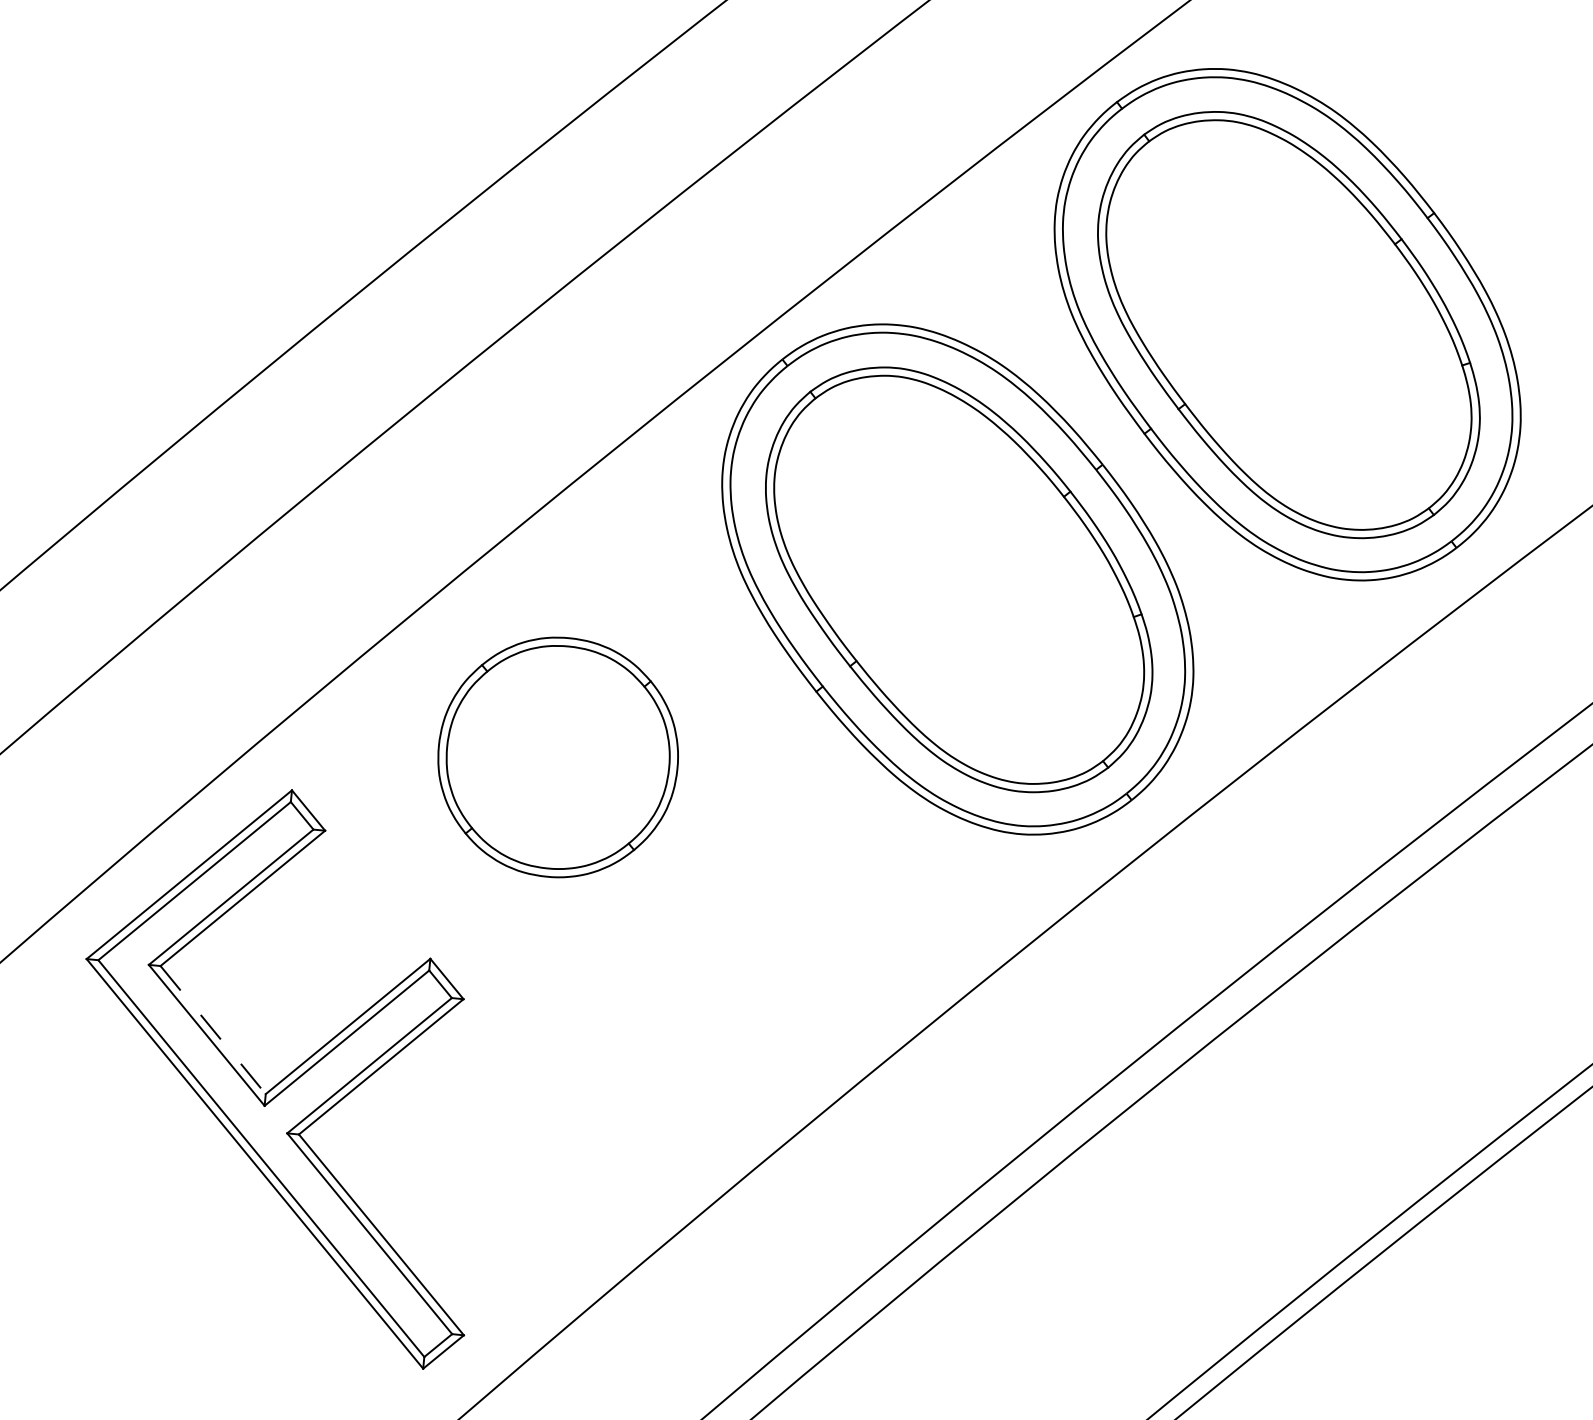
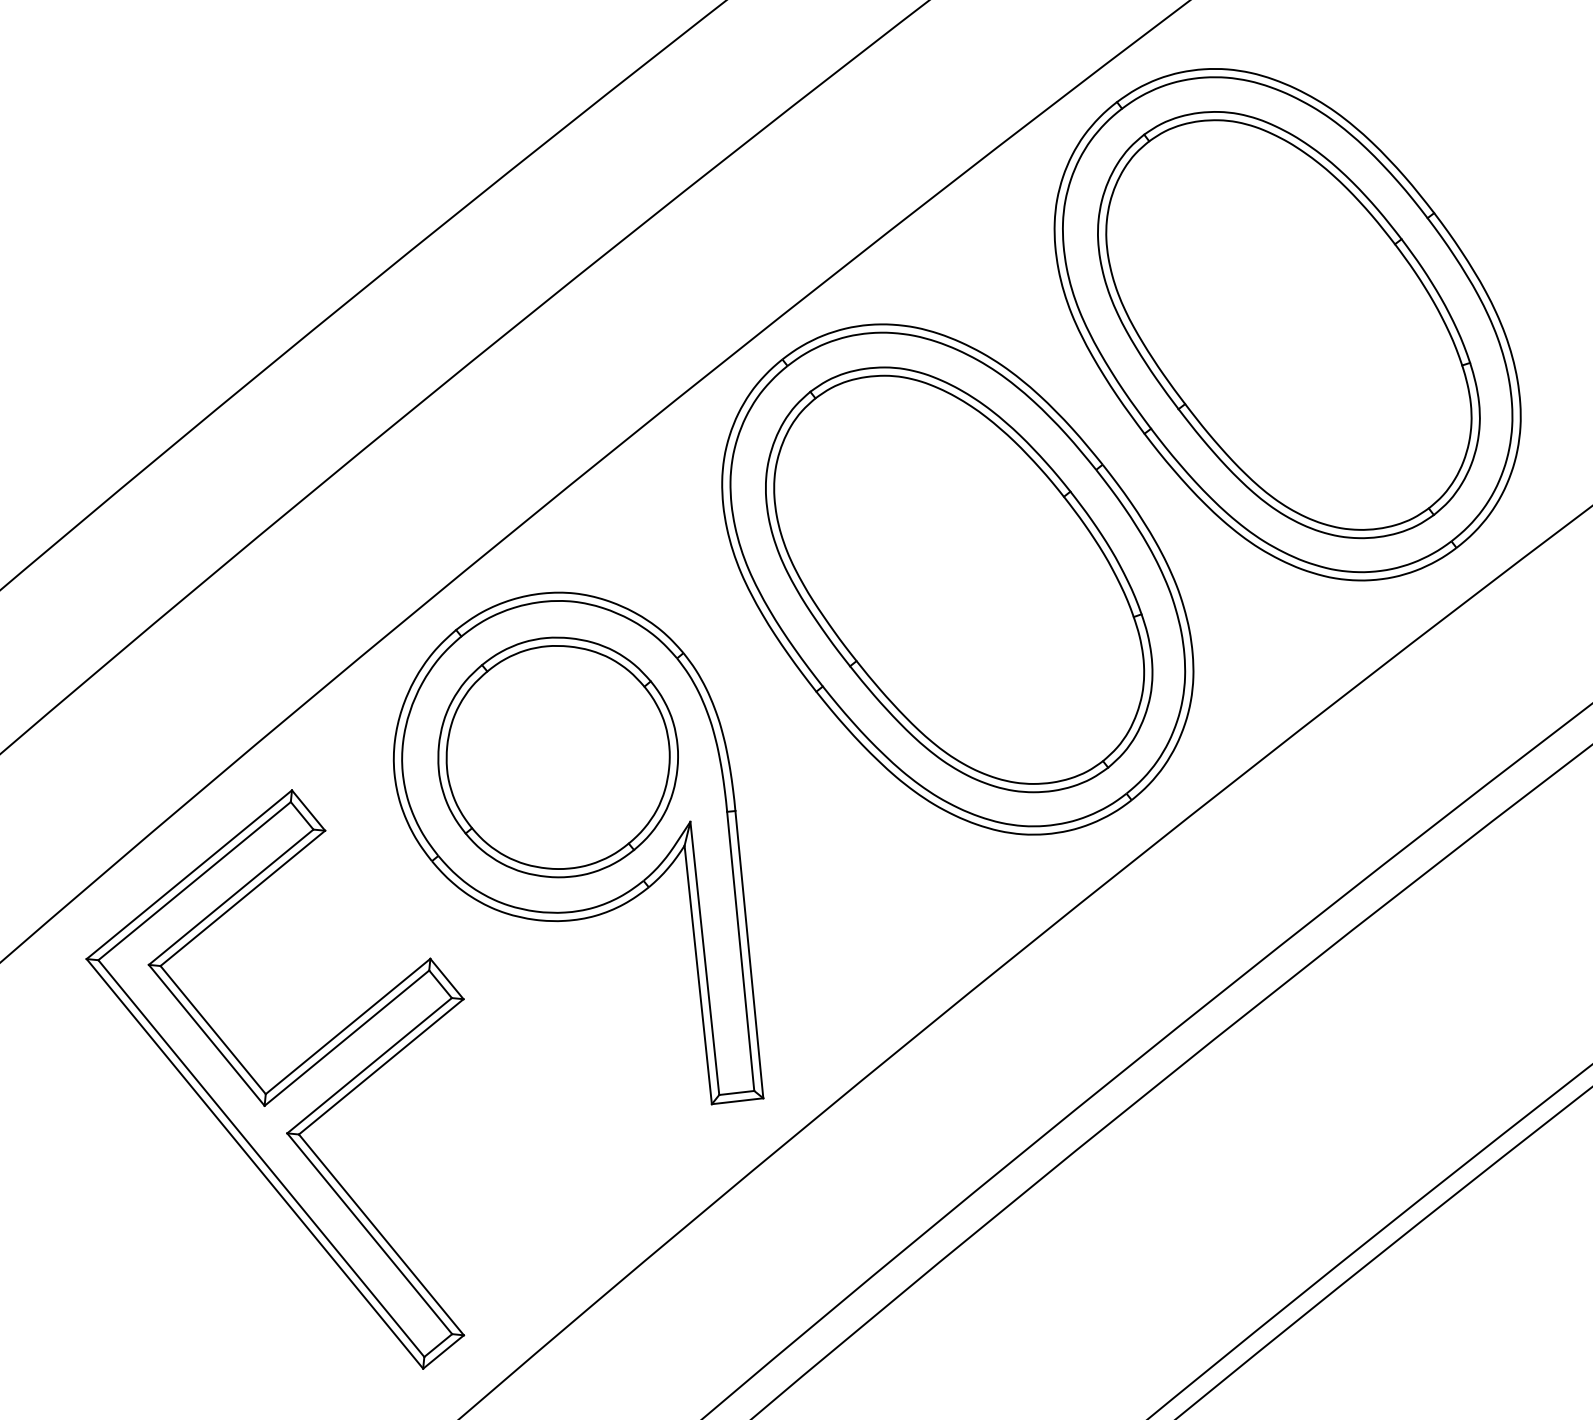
part at (578, 848): none -> present
line at (213, 1030): dashed -> solid
